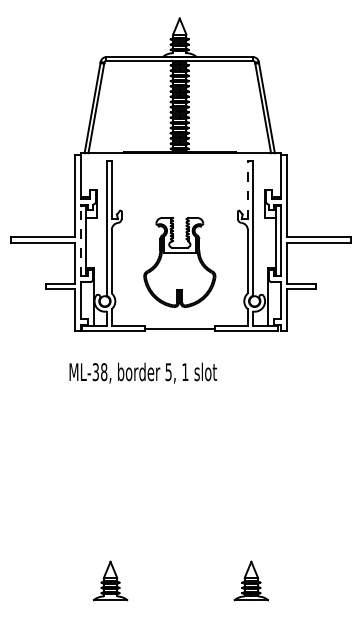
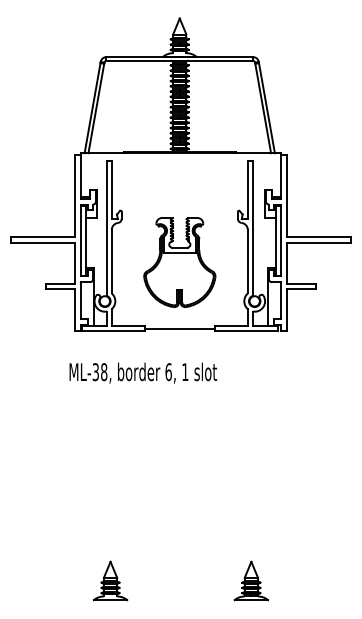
line at (247, 189): dashed -> solid
line at (81, 240): dashed -> solid
text at (168, 372): 5, -> 6,
